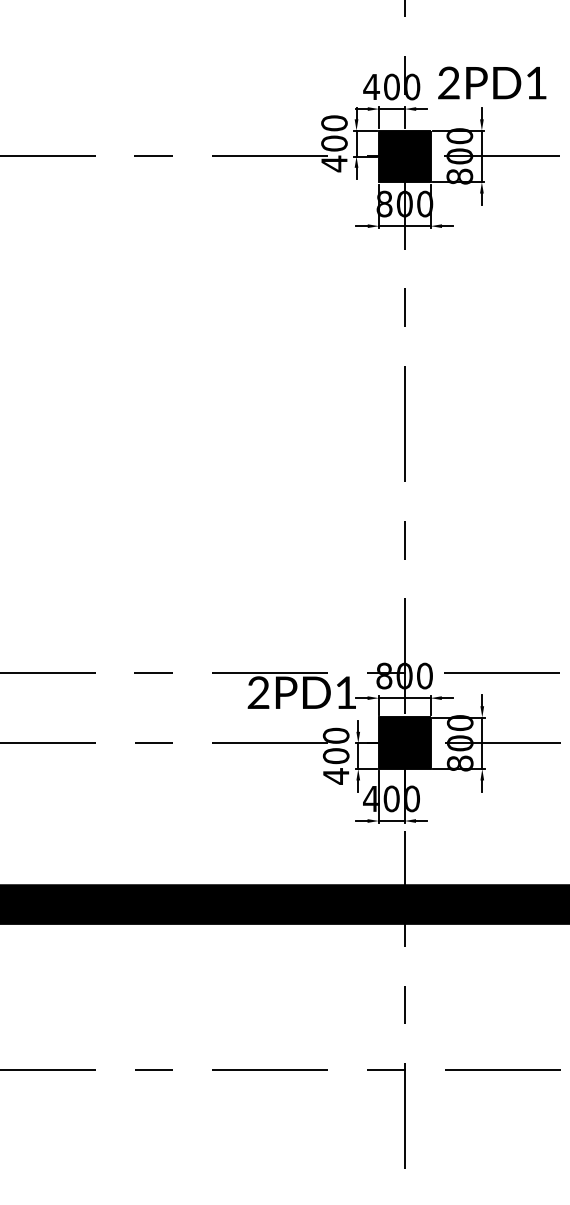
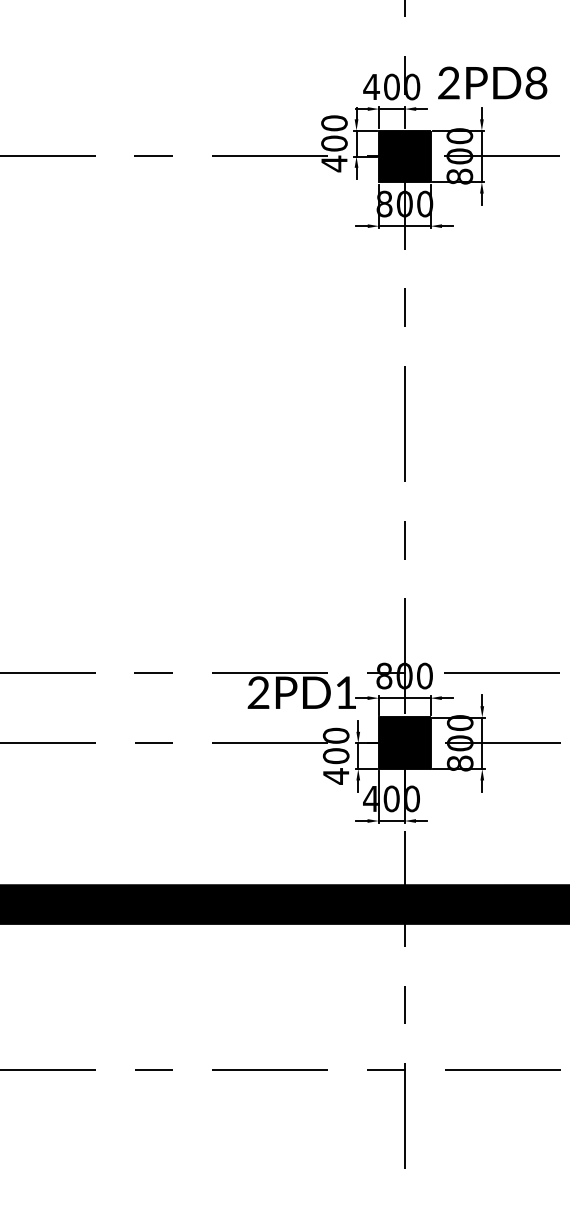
text at (536, 82): 2PD1 -> 2PD8
